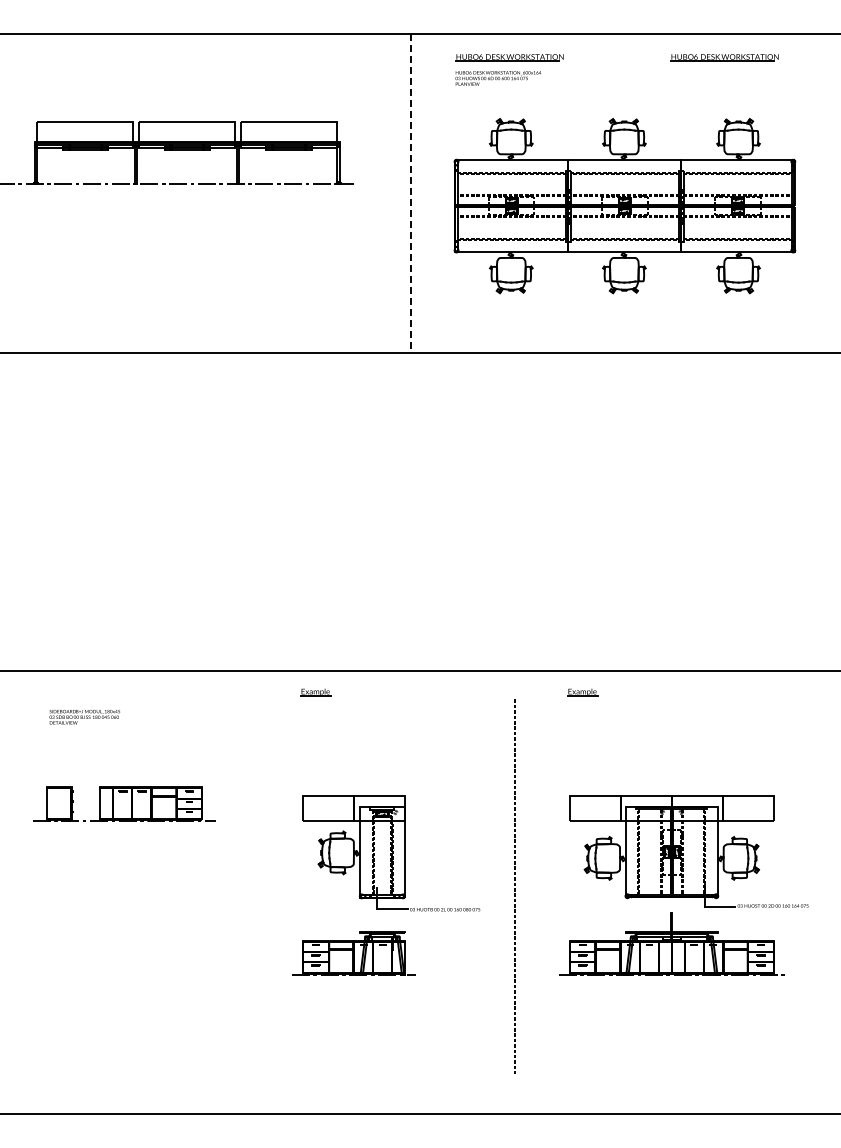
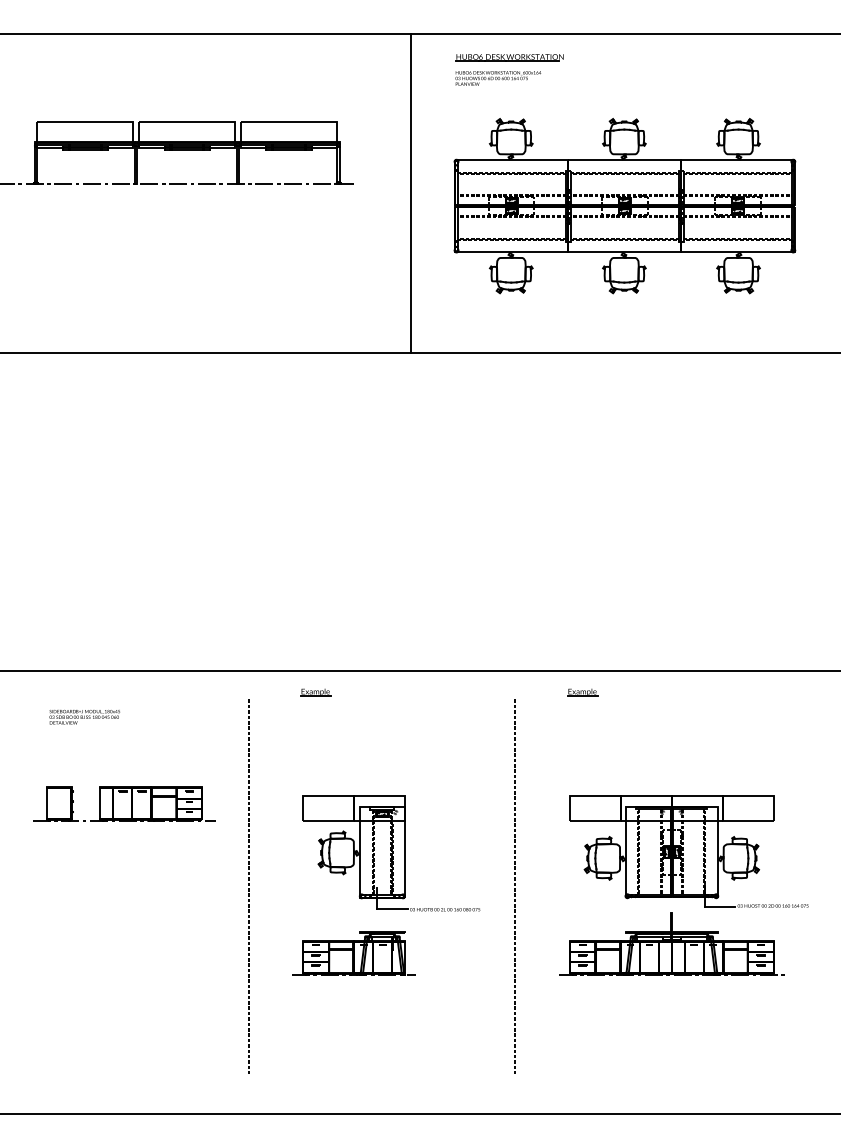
part at (724, 57): present -> none
line at (410, 194): dashed -> solid
line at (248, 886): none -> present
